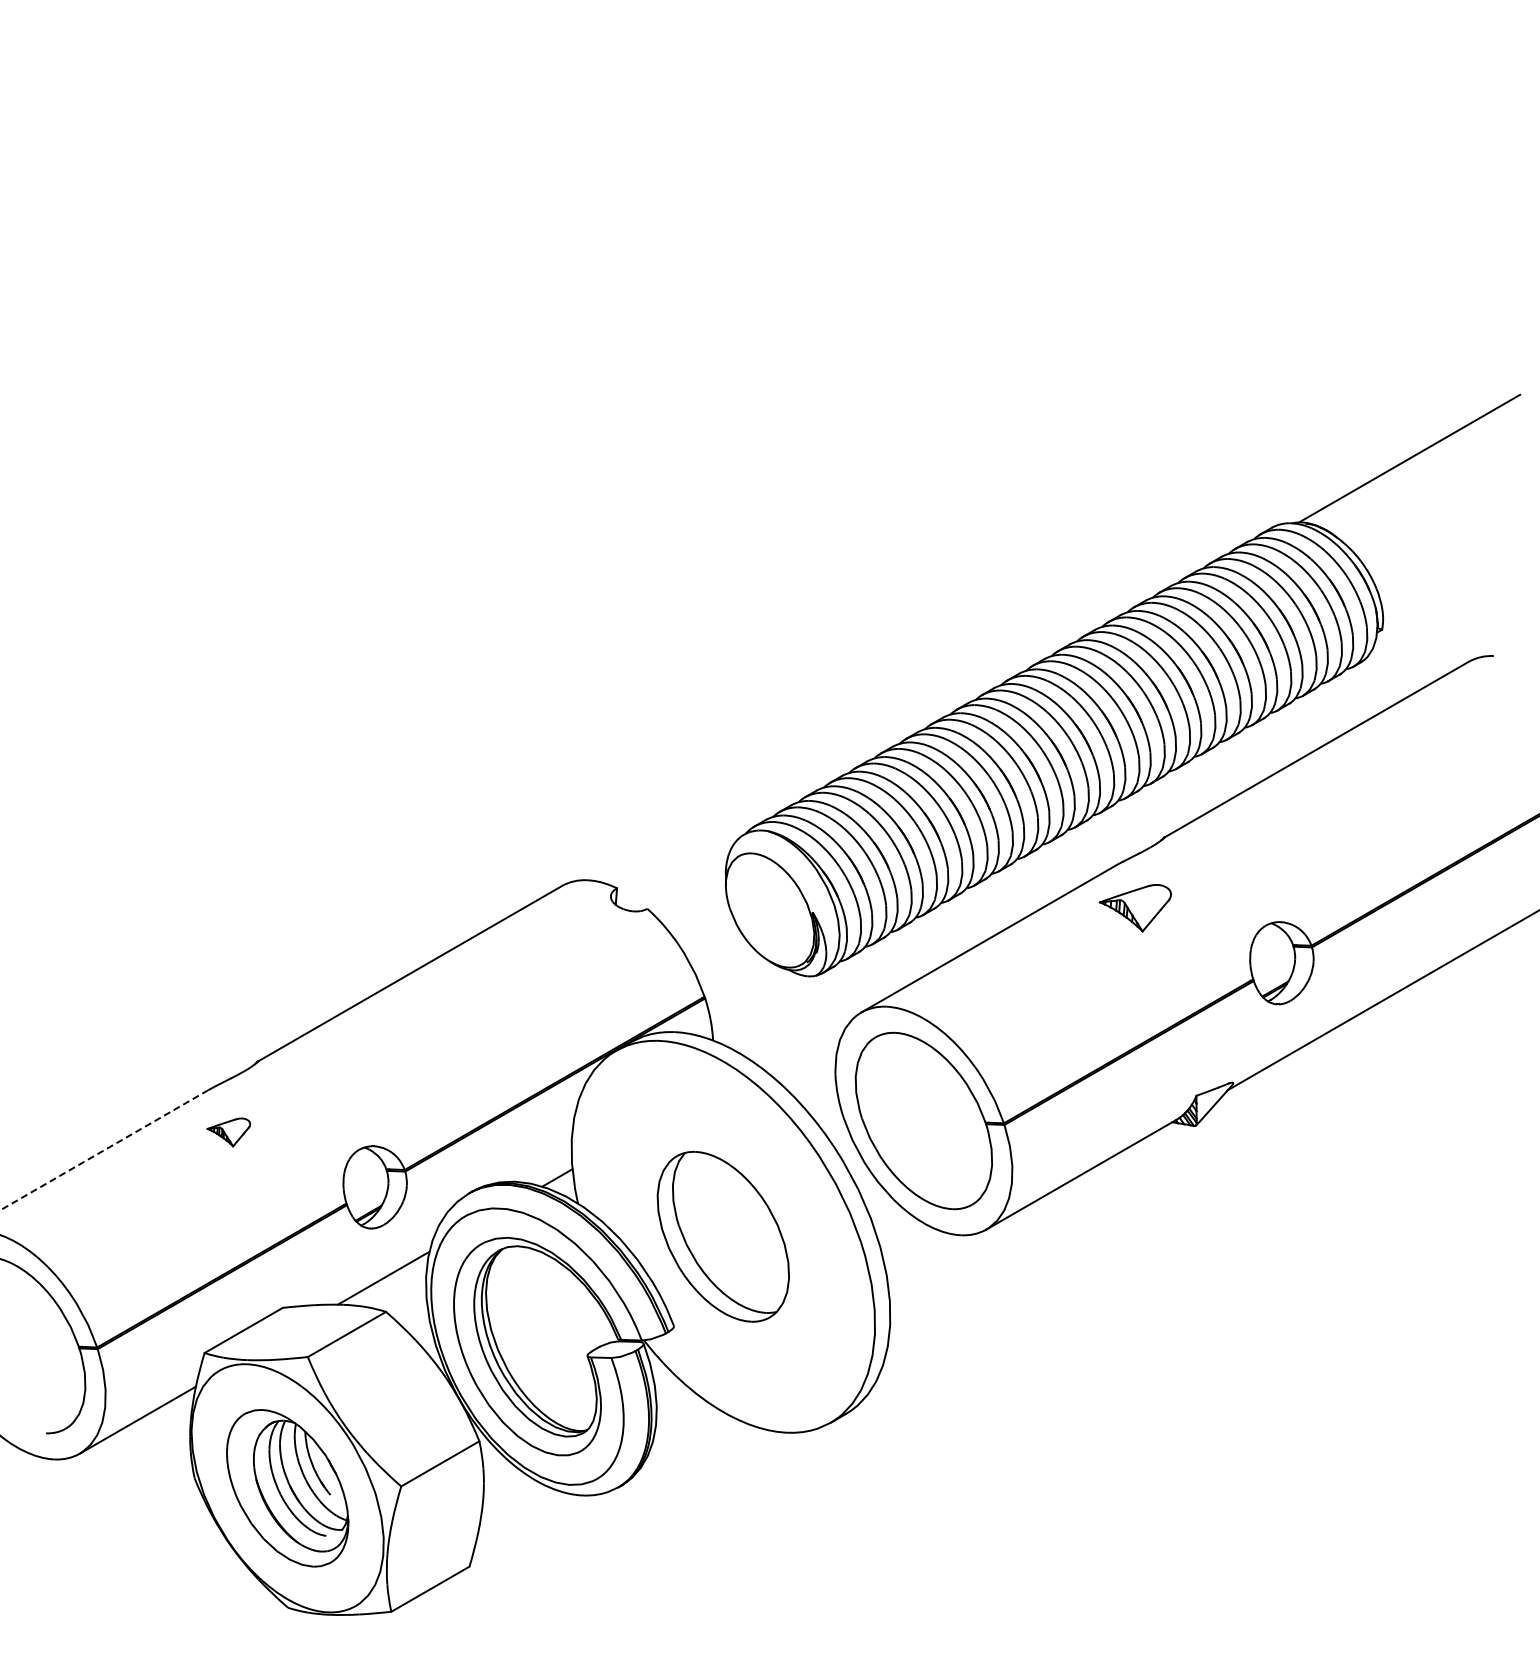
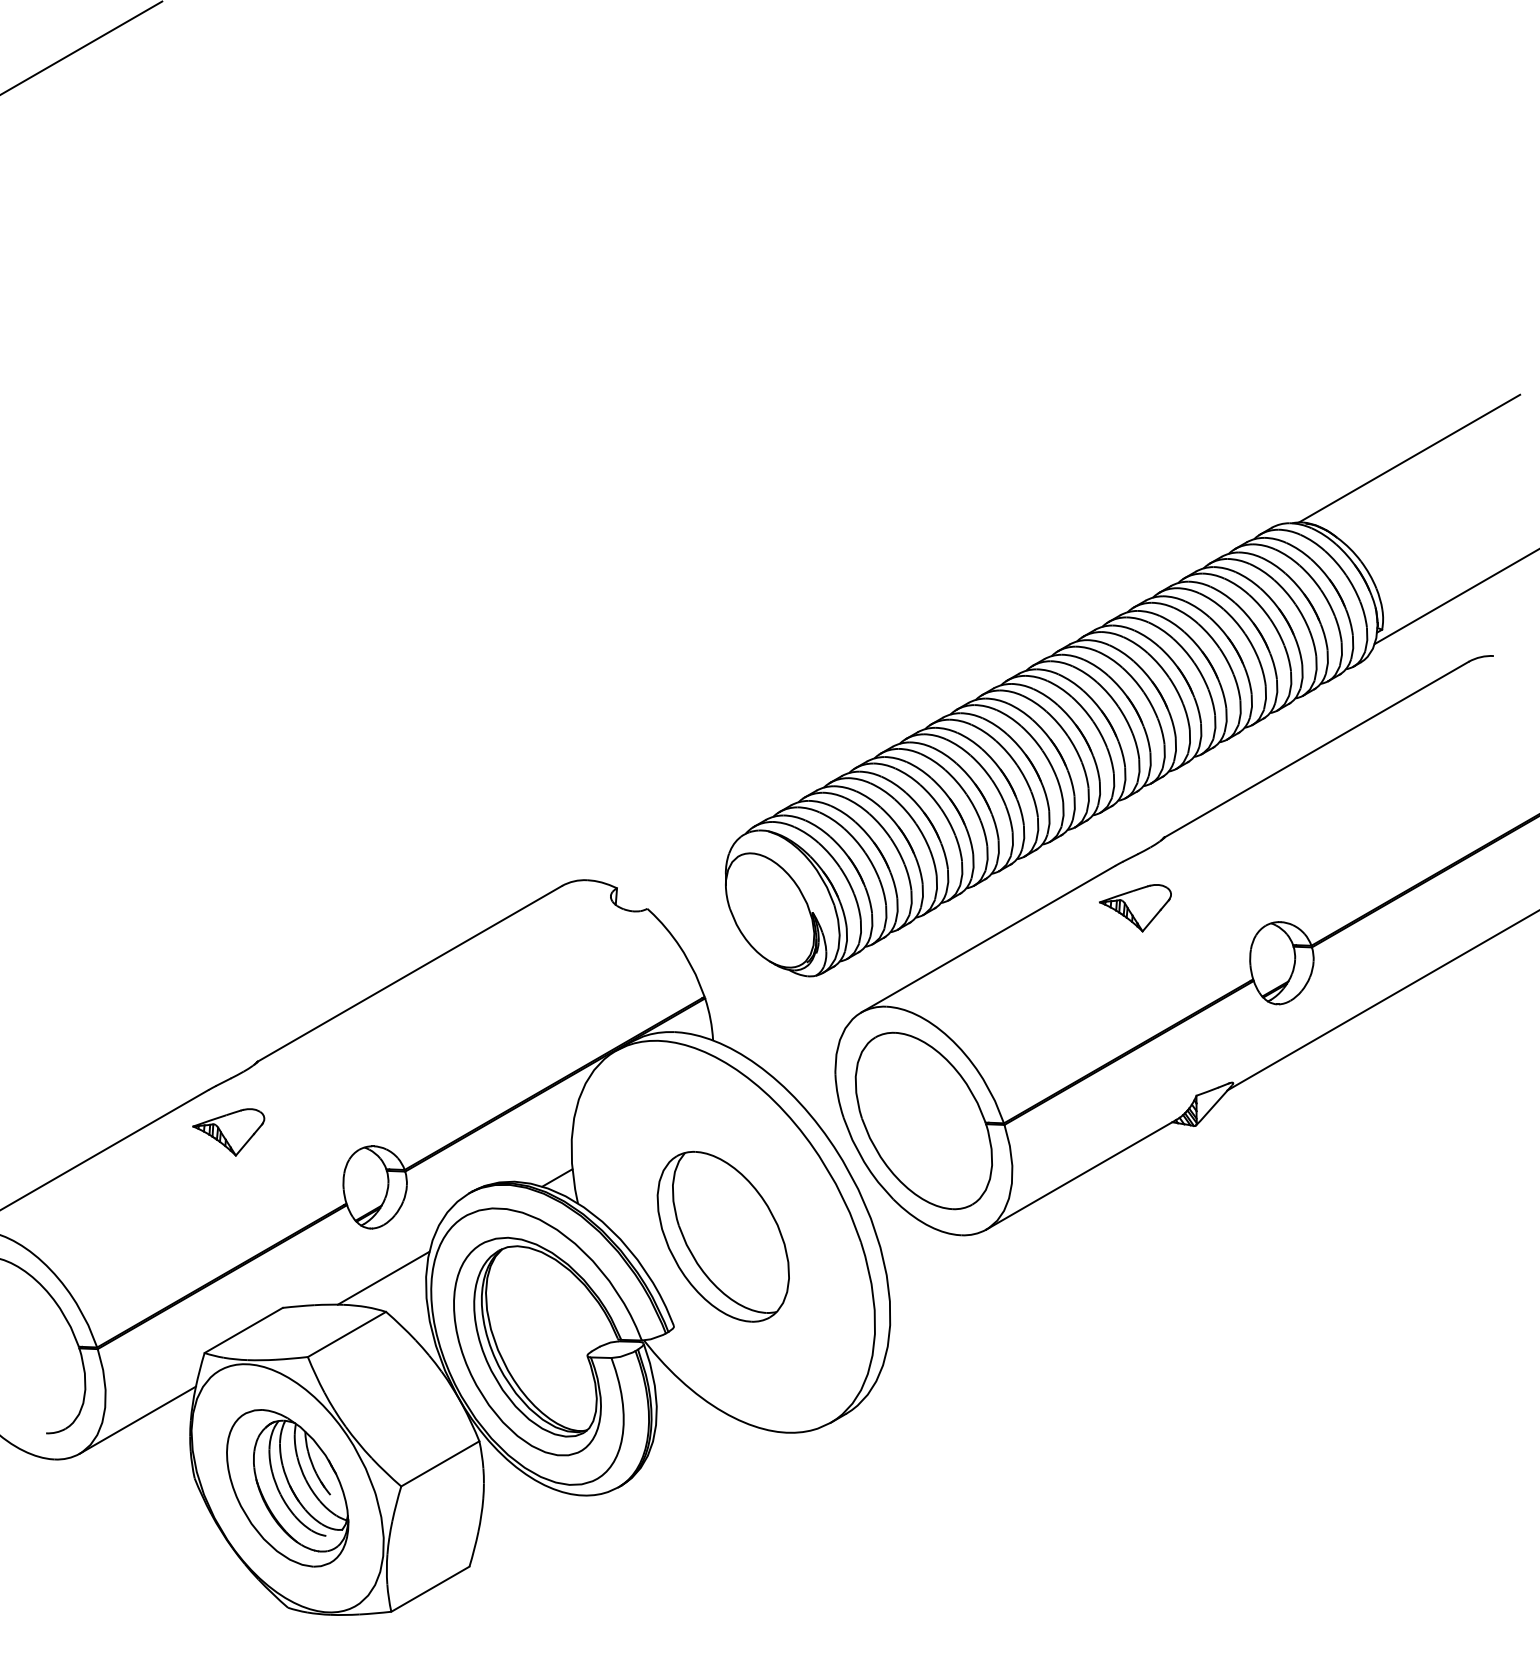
line at (81, 47): none -> present
line at (1455, 597): none -> present
part at (228, 1132) size: 46x31 px -> 74x49 px
line at (104, 1150): dashed -> solid
